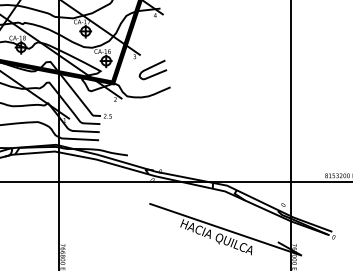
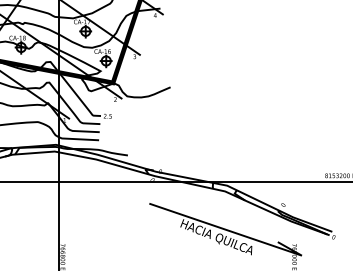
curve at (151, 68): present -> none
line at (290, 134): present -> none
